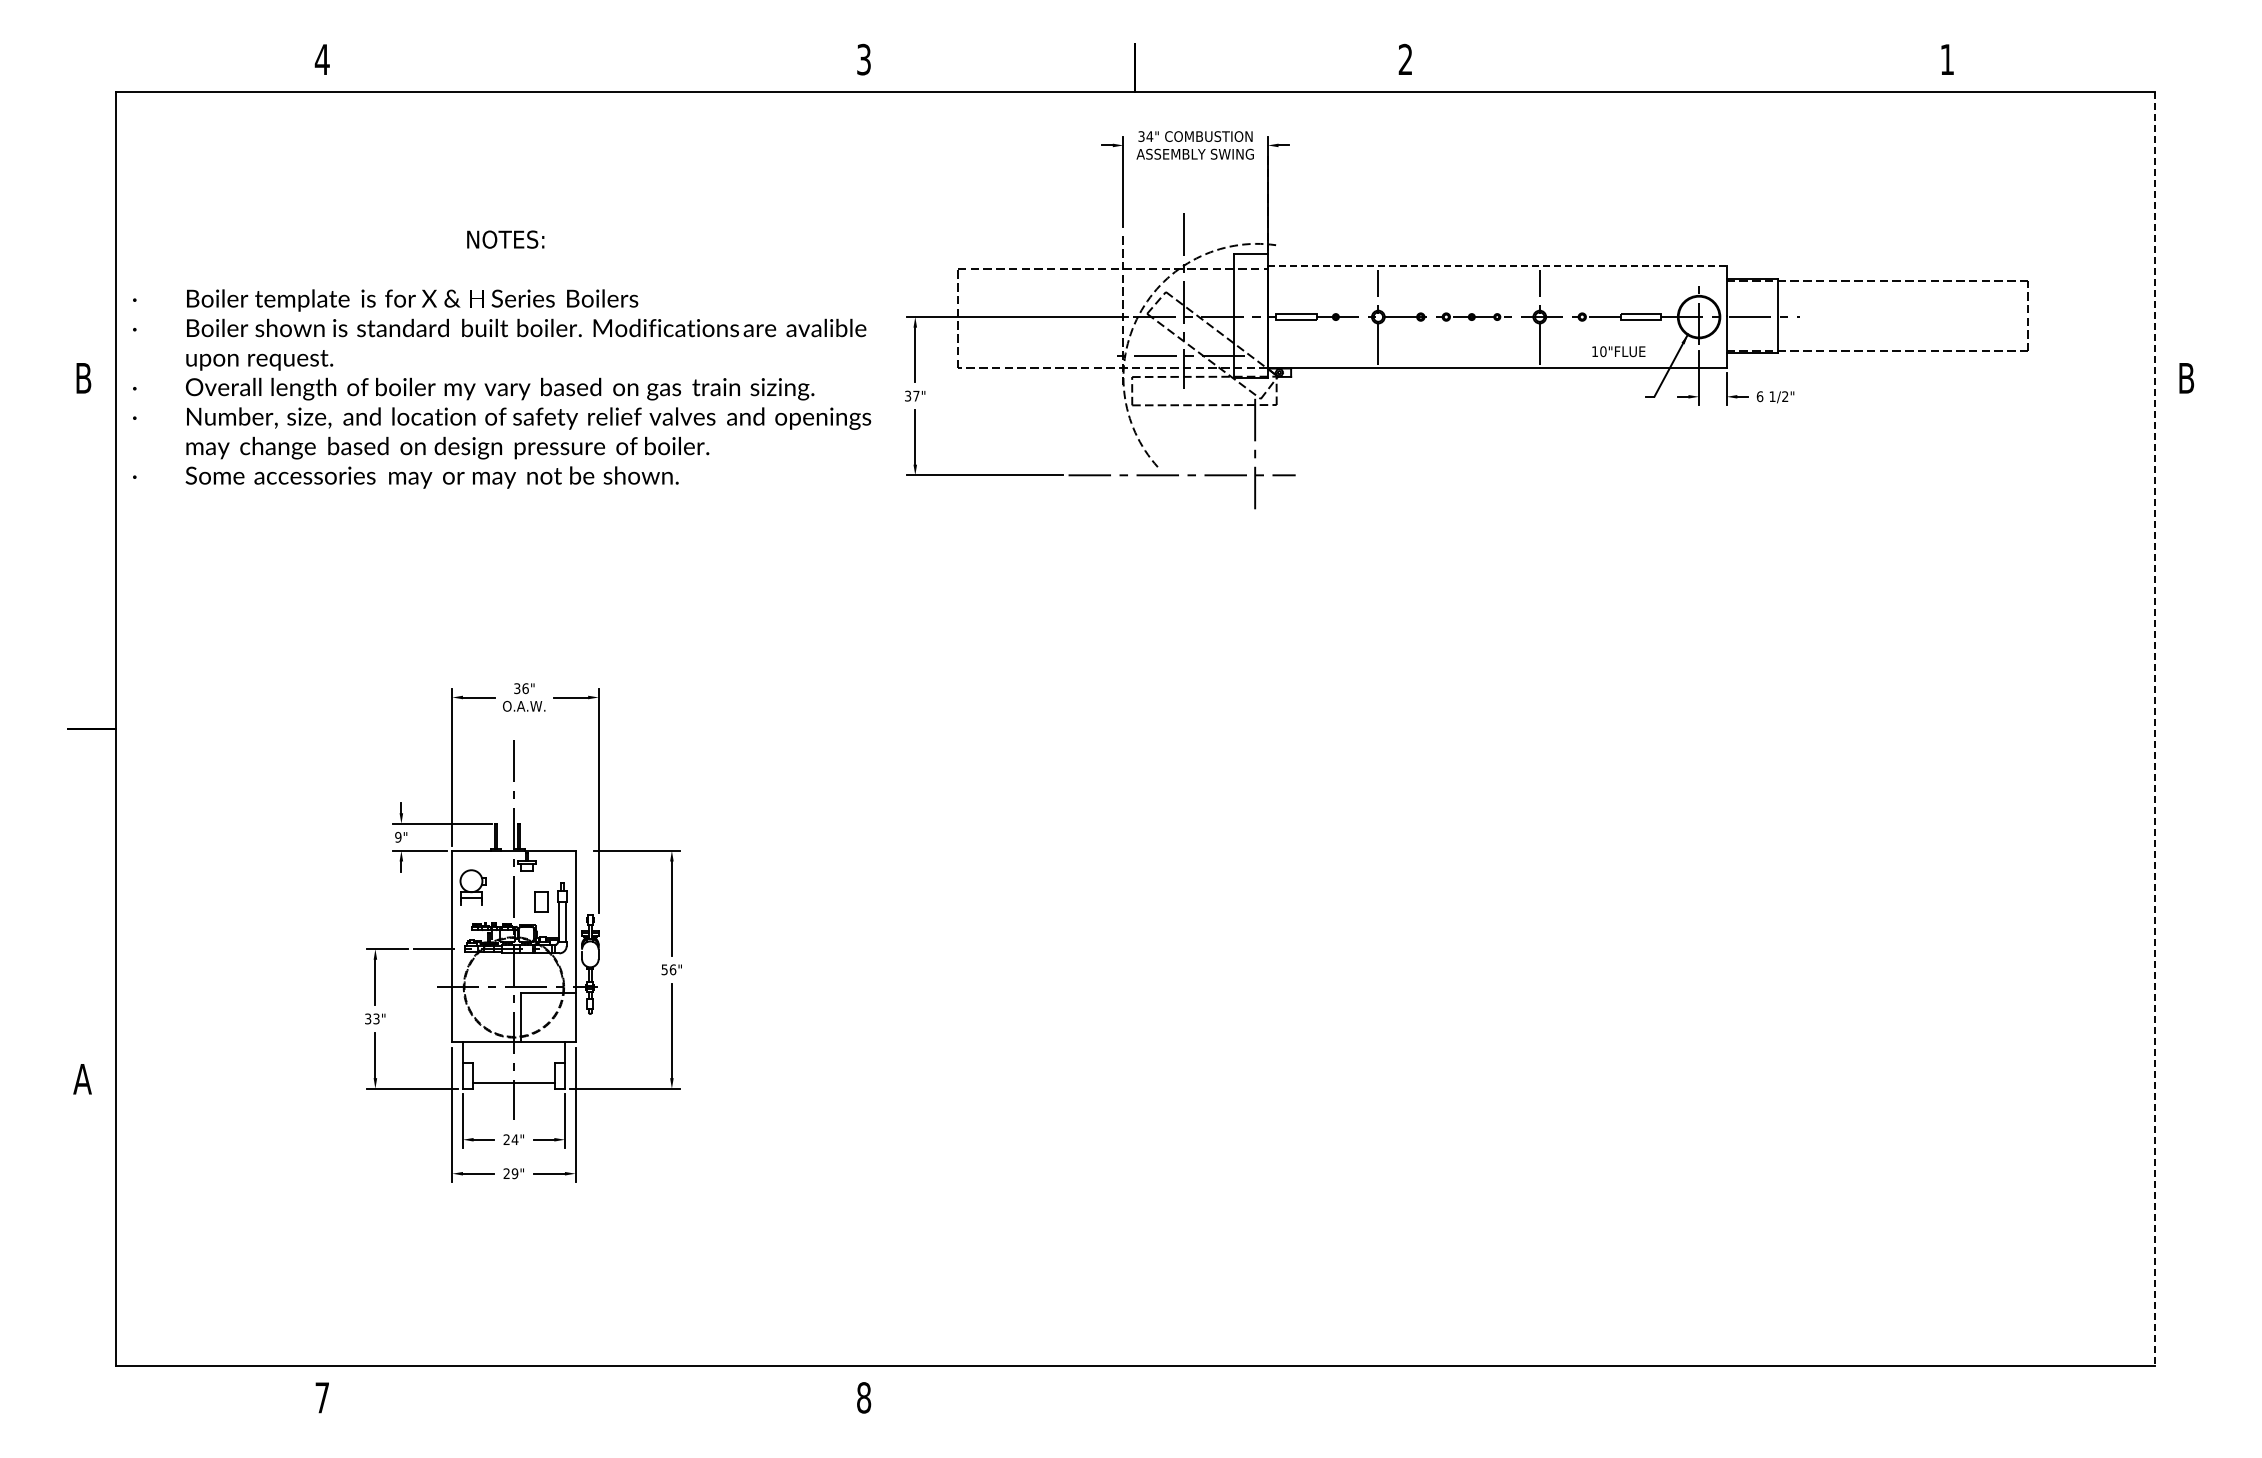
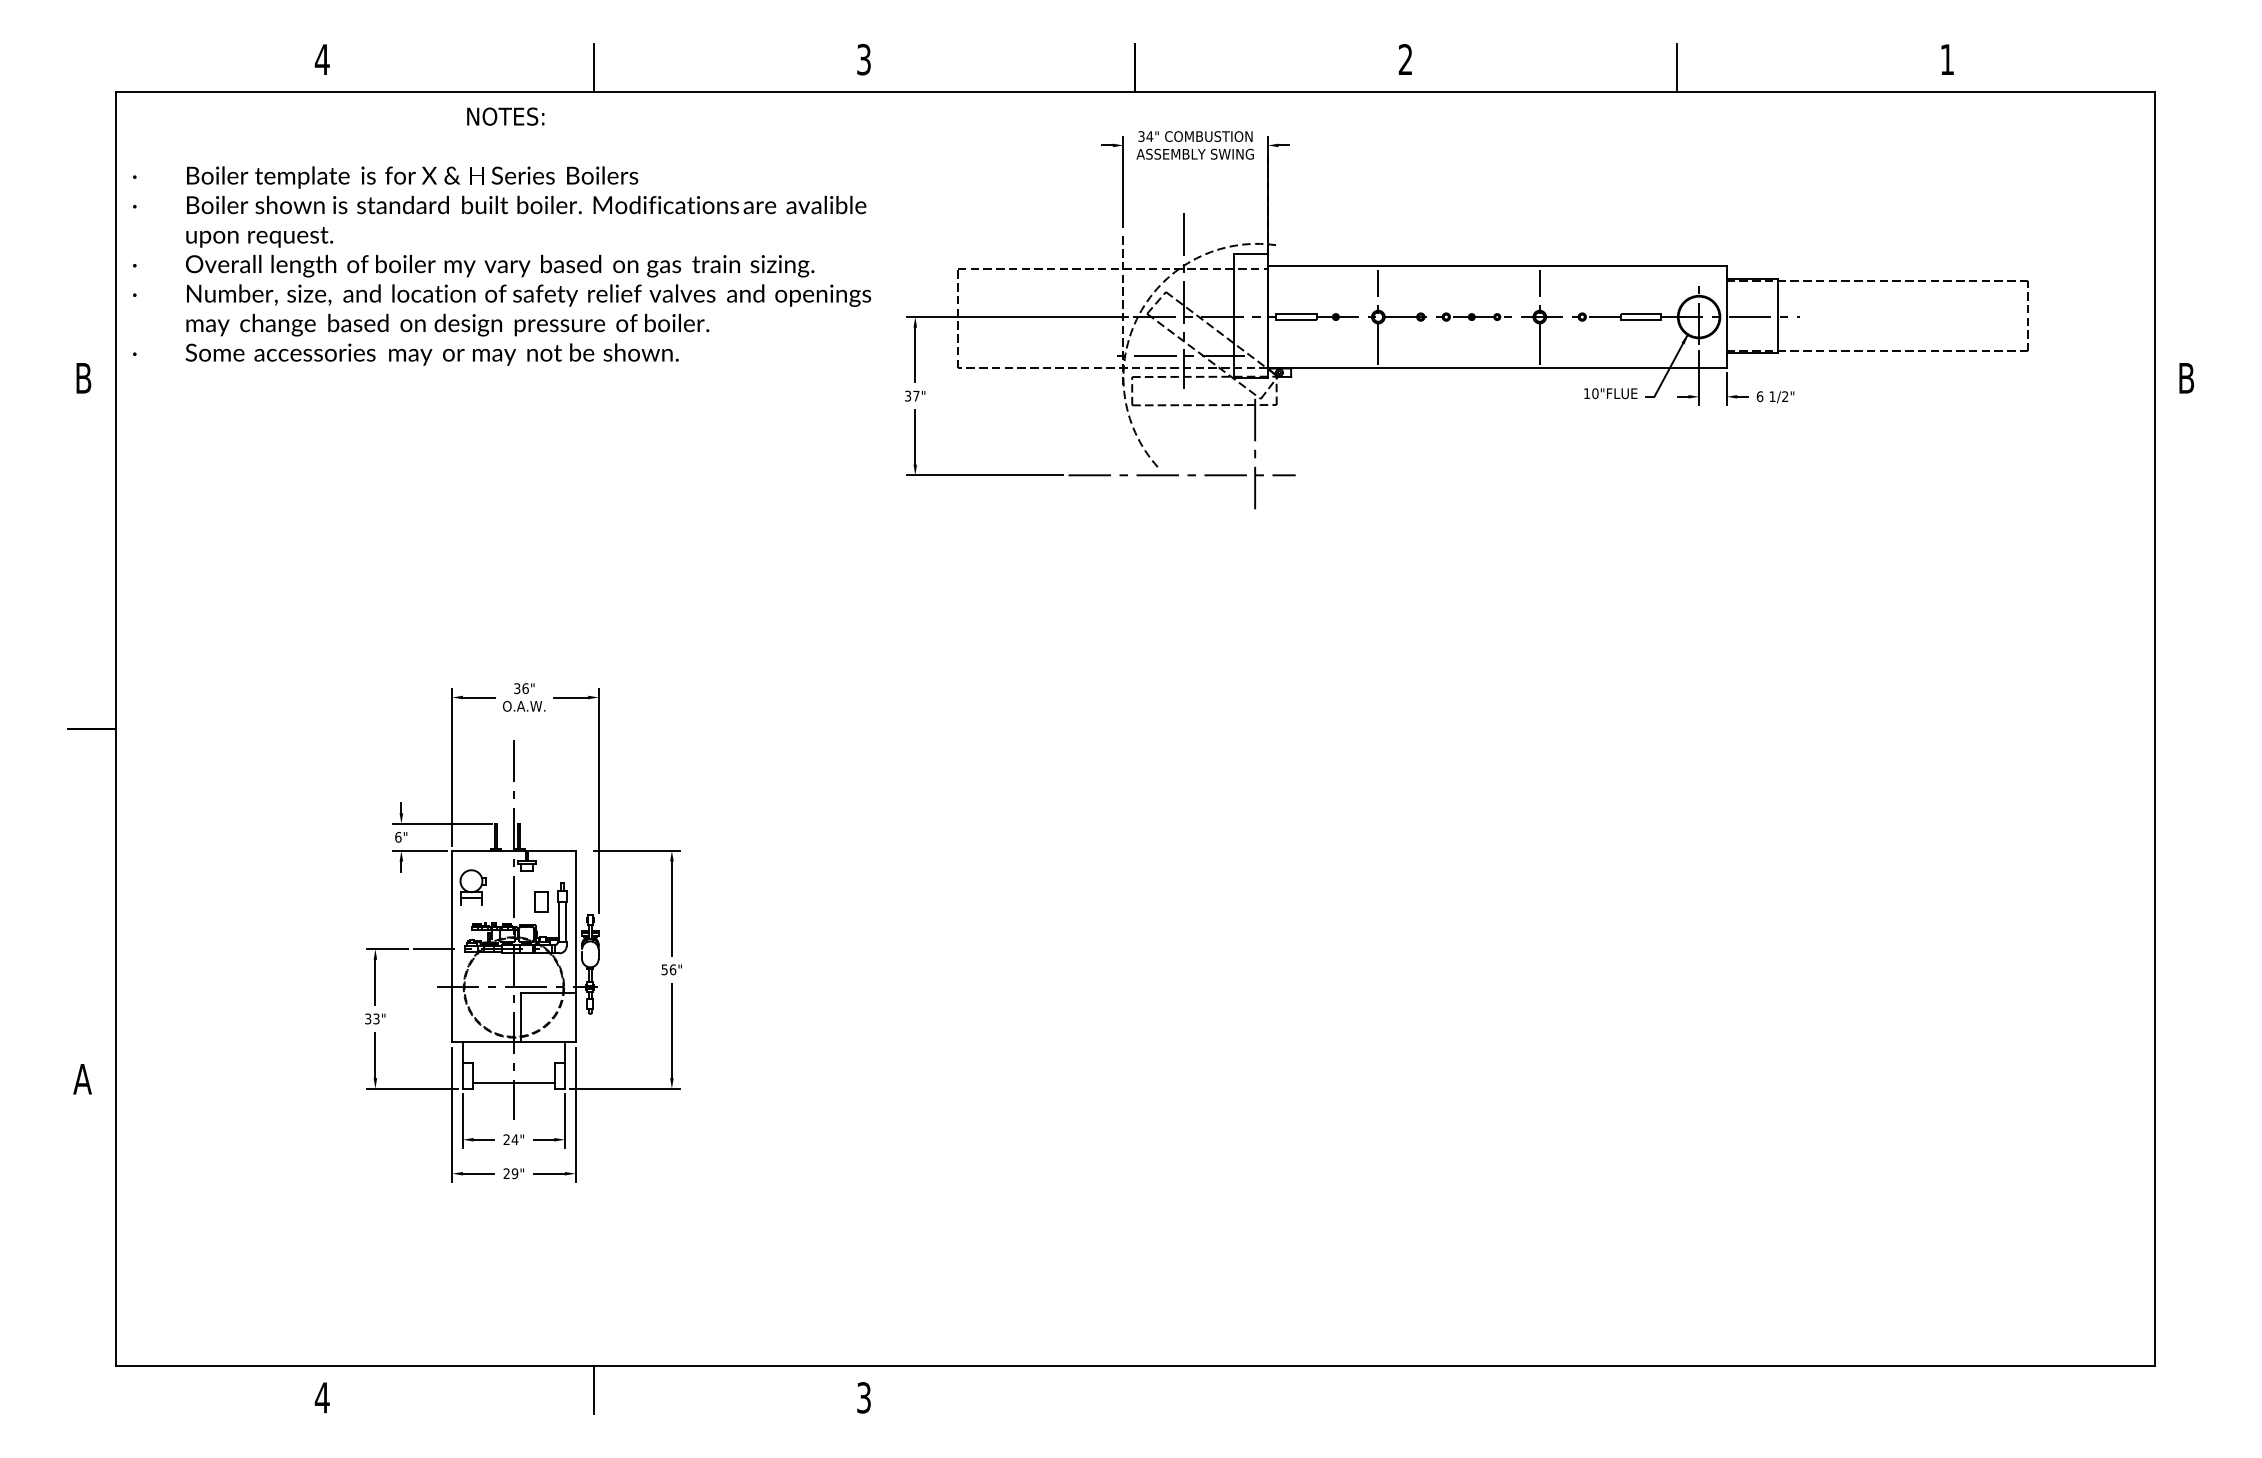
line at (593, 67): none -> present
line at (1676, 67): none -> present
line at (1497, 266): dashed -> solid
text at (1618, 351) position: (1618, 351) -> (1610, 393)
text at (502, 359) position: (502, 359) -> (502, 236)
line at (2154, 729): dashed -> solid
text at (398, 836): 9" -> 6"
line at (593, 1390): none -> present
text at (321, 1397): 7 -> 4
text at (864, 1397): 8 -> 3
